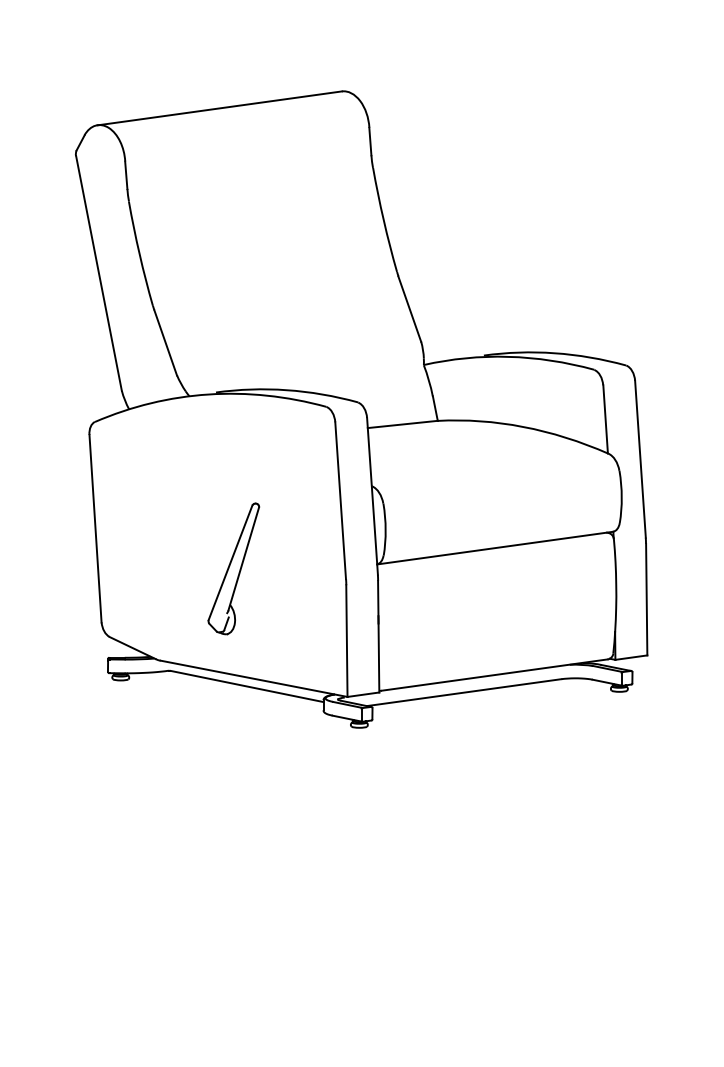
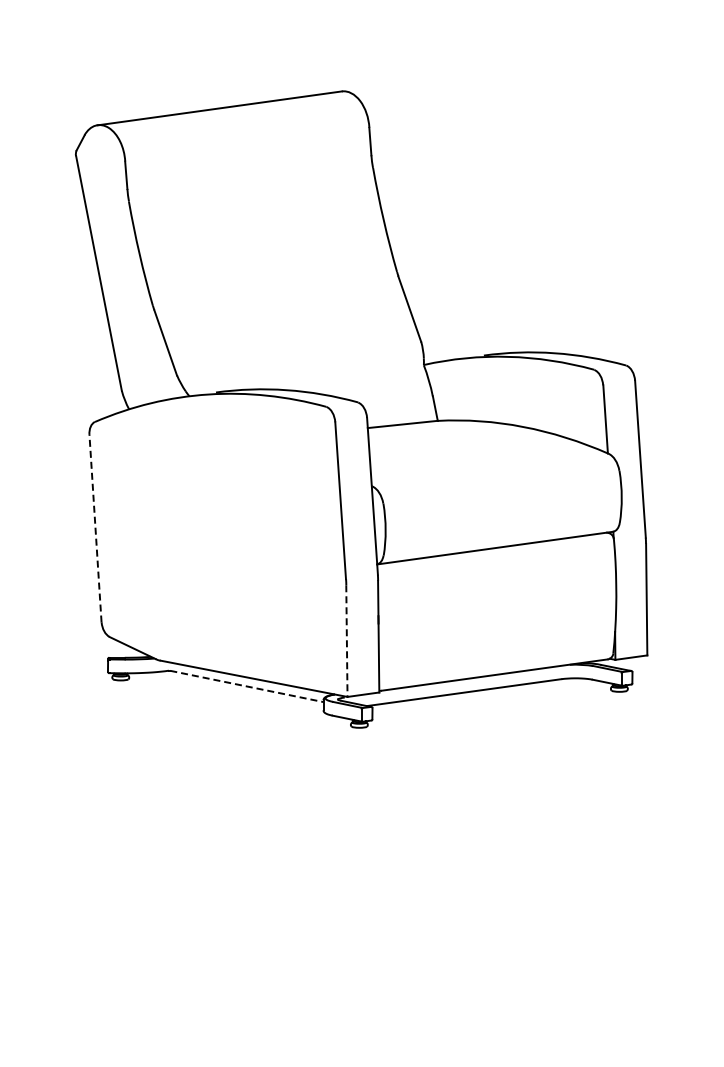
line at (95, 528): solid -> dashed
part at (233, 568): present -> none
line at (346, 641): solid -> dashed
line at (247, 686): solid -> dashed
